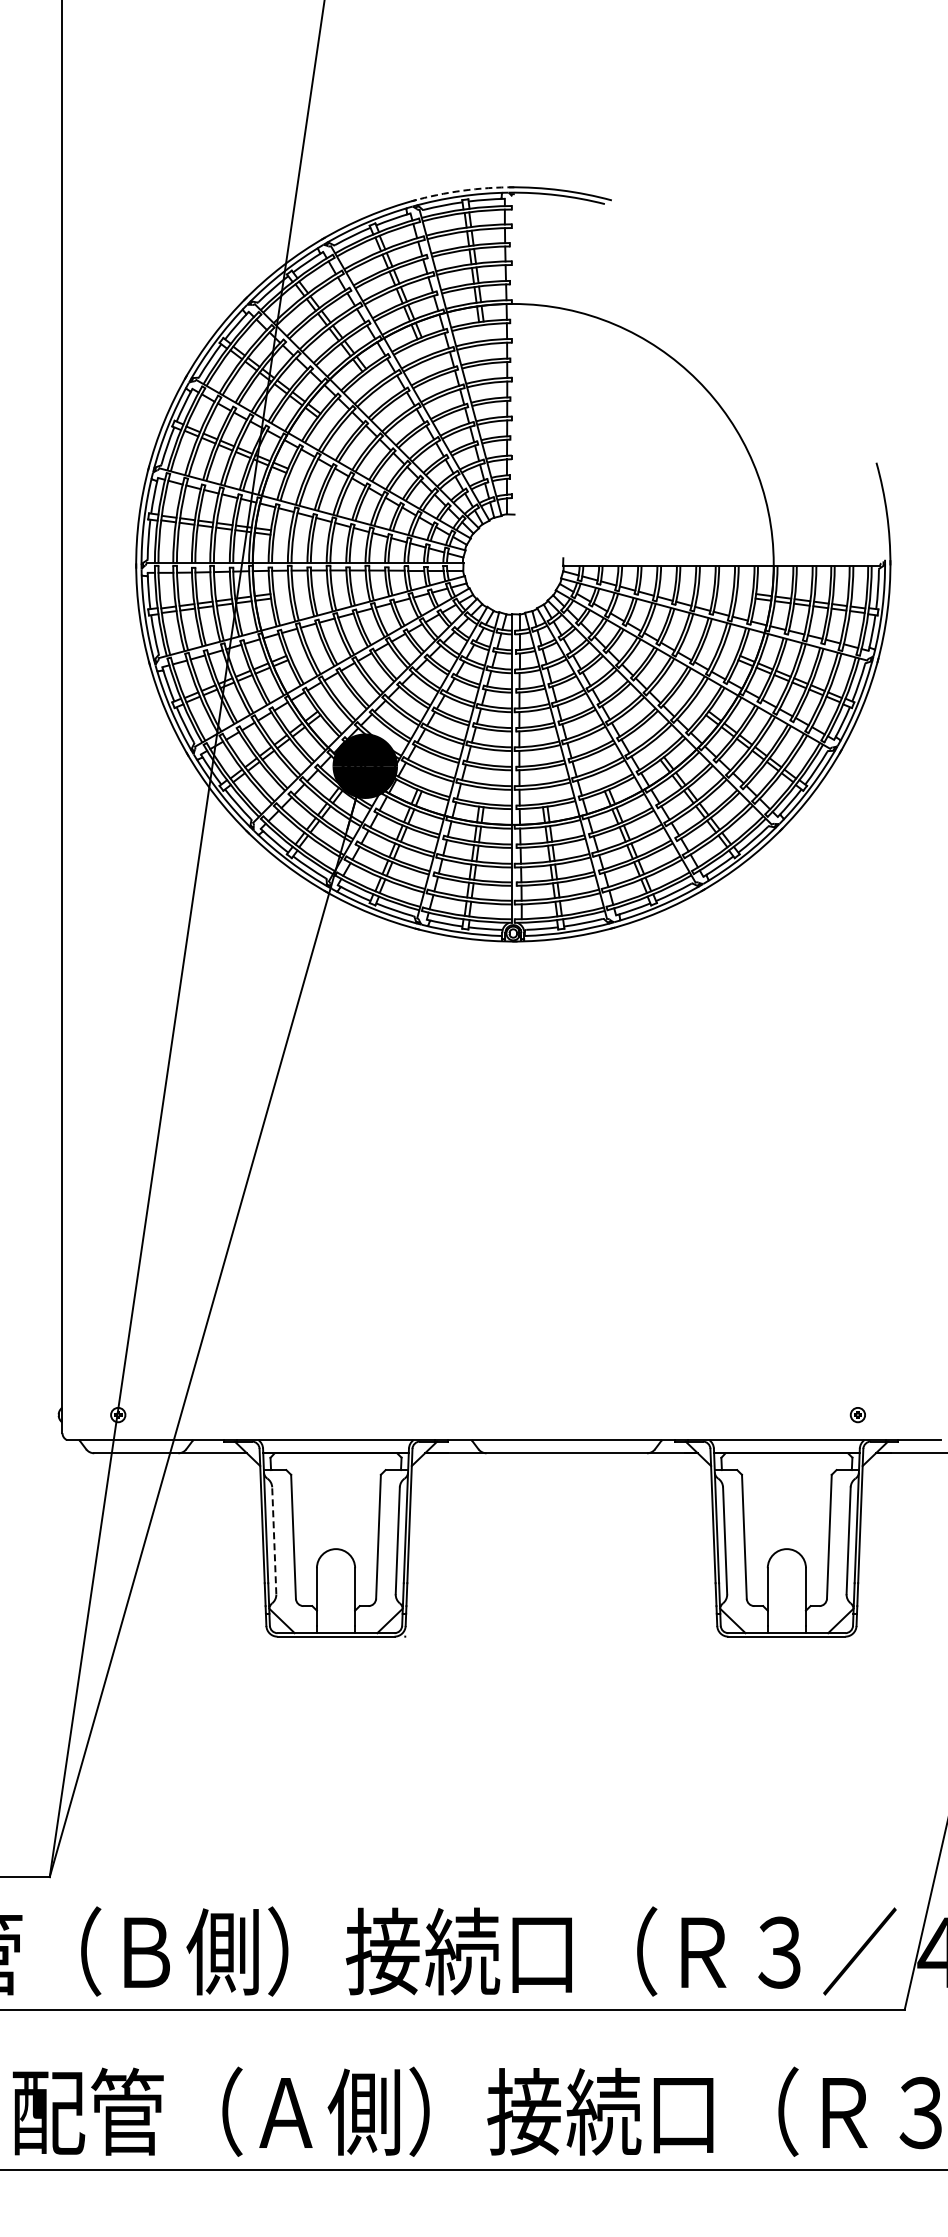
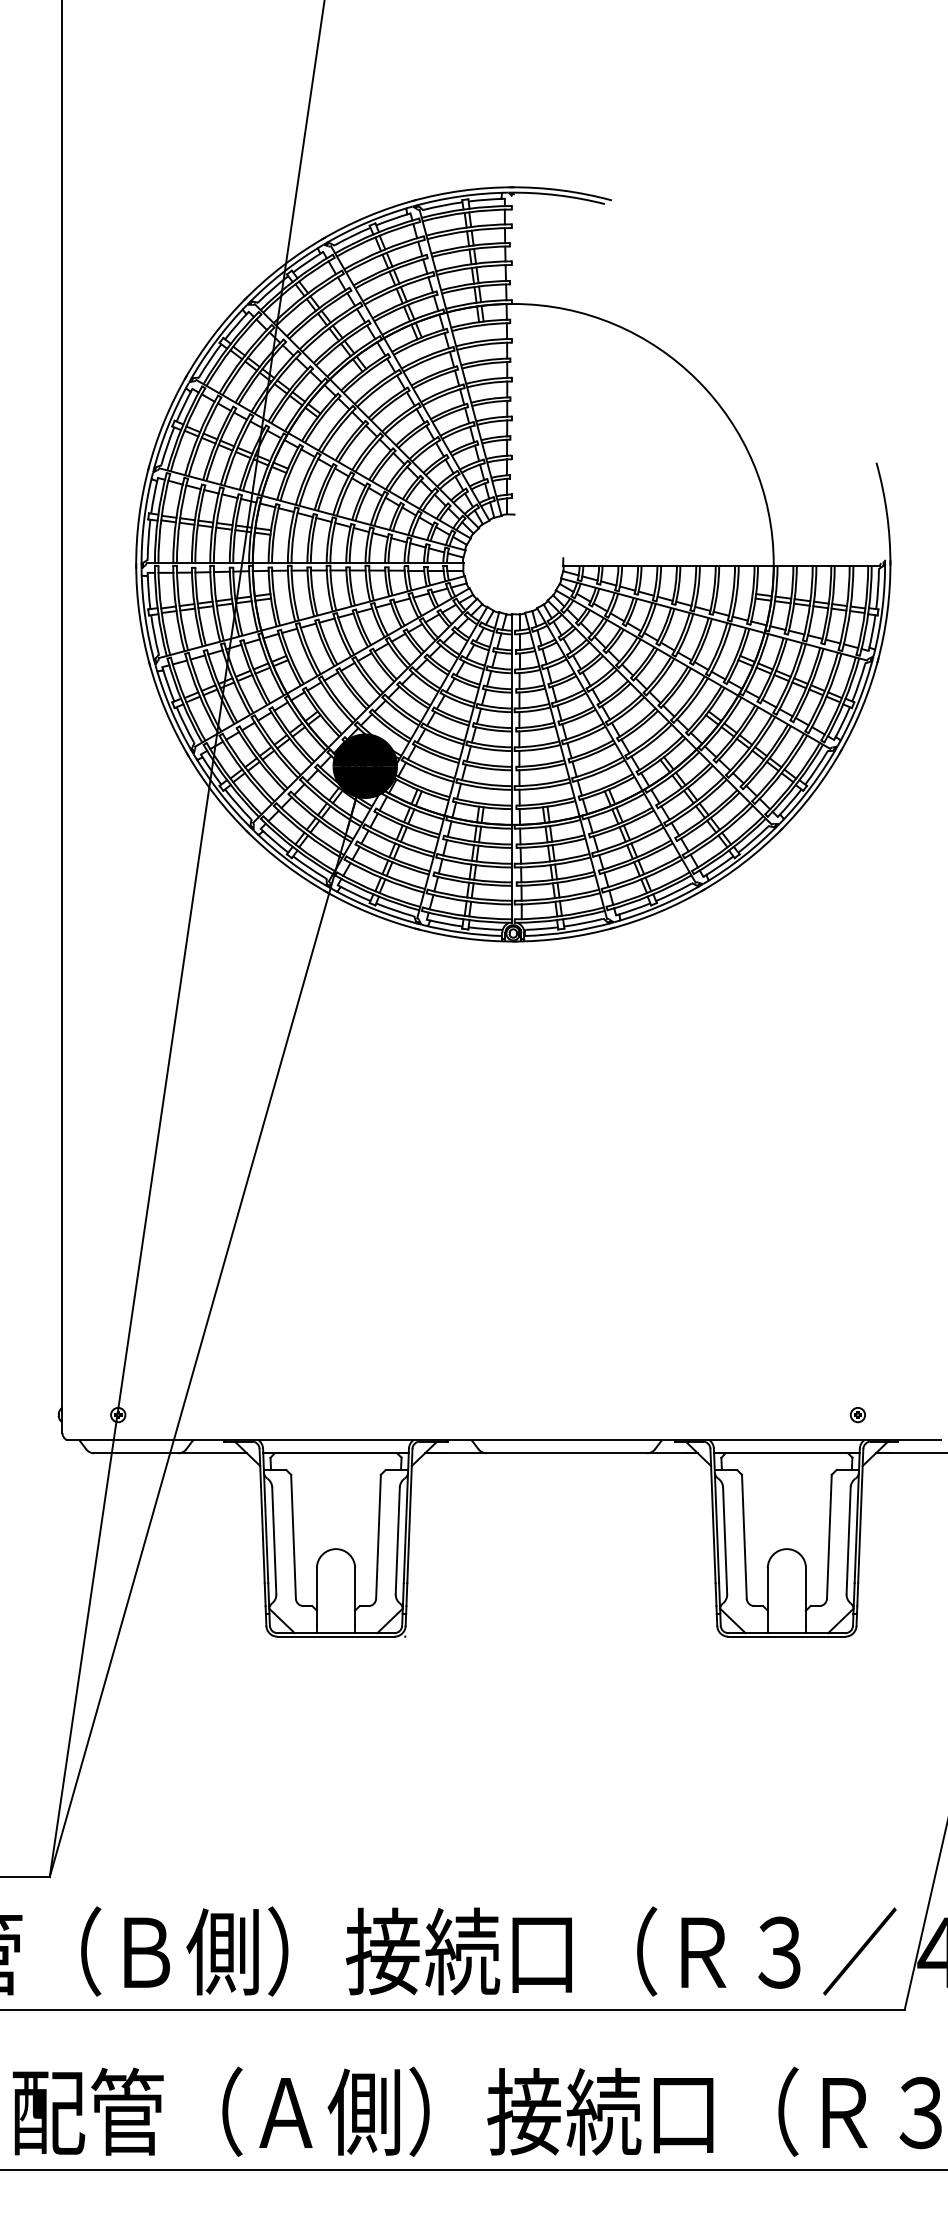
arc at (462, 190): dashed -> solid
line at (274, 1540): dashed -> solid
